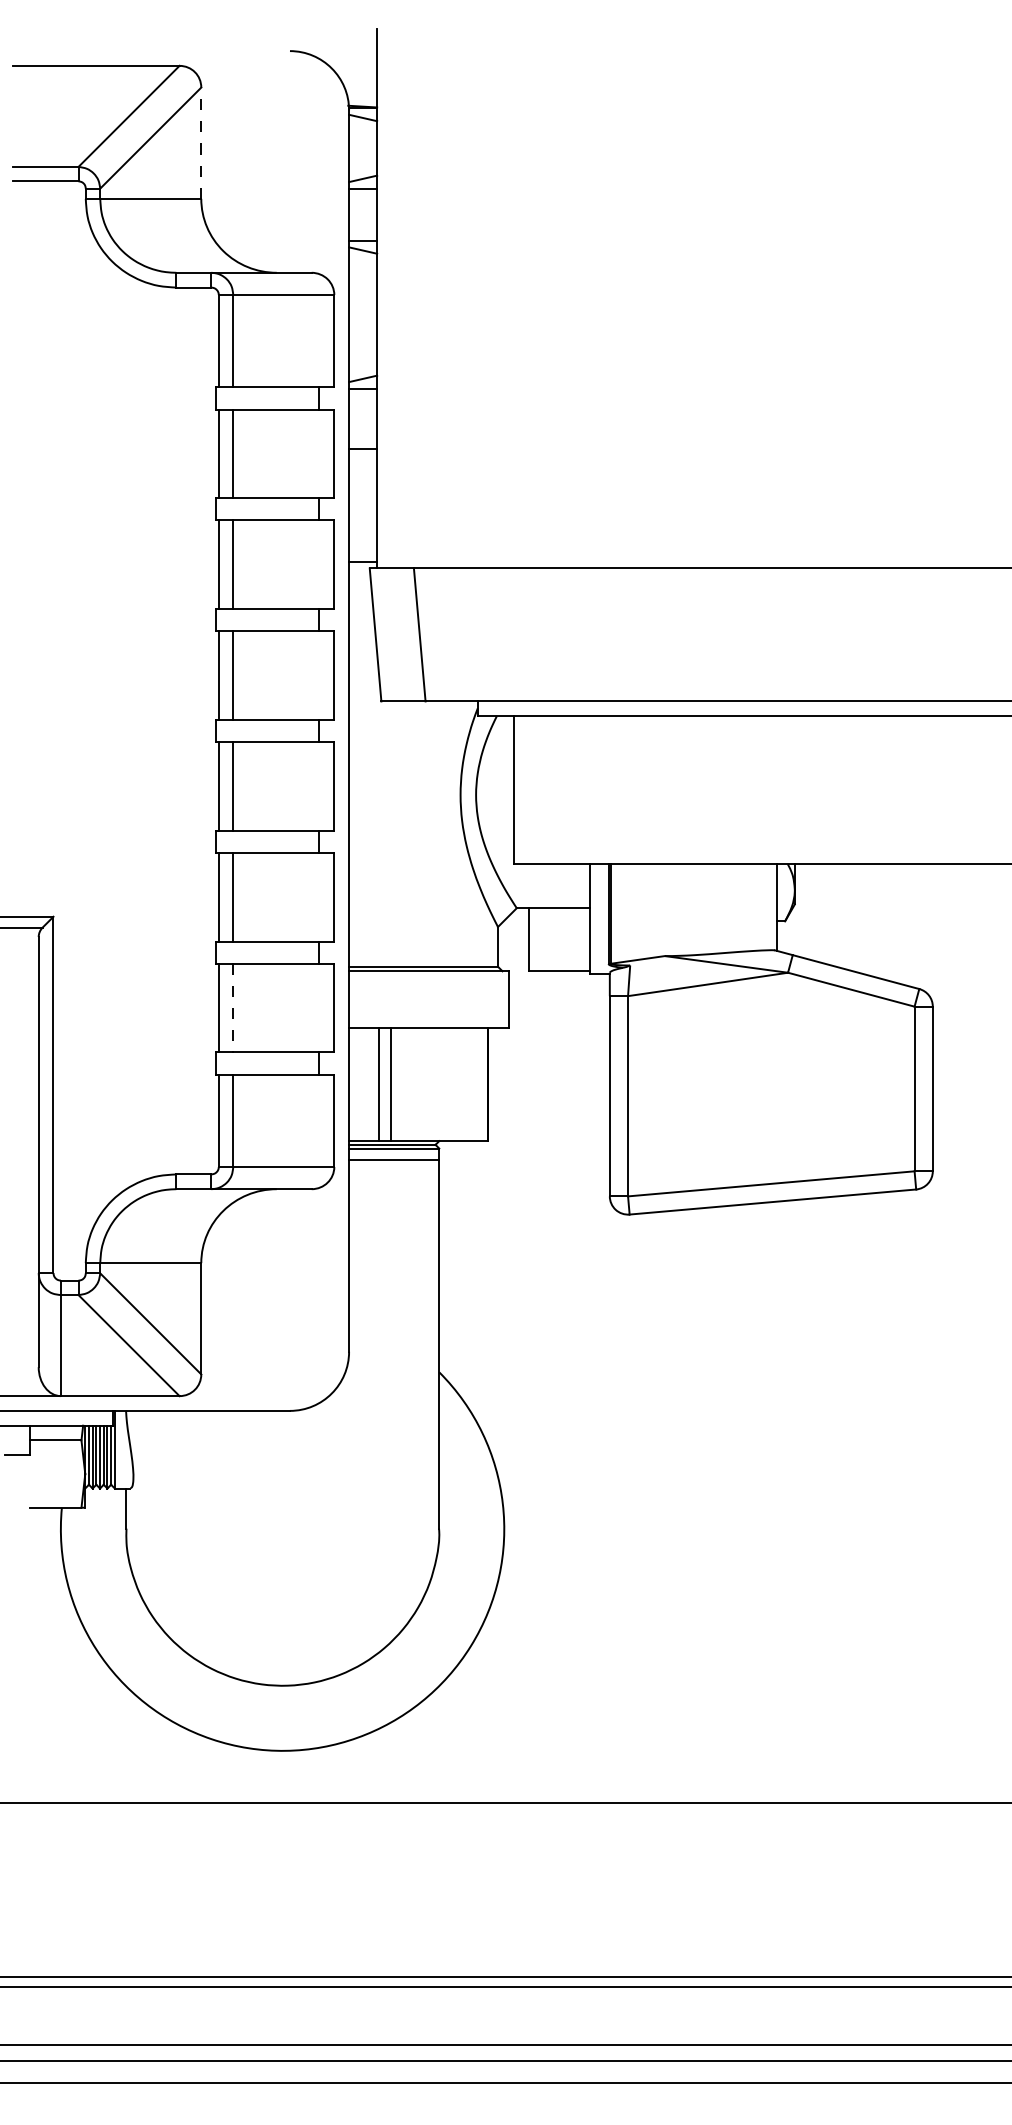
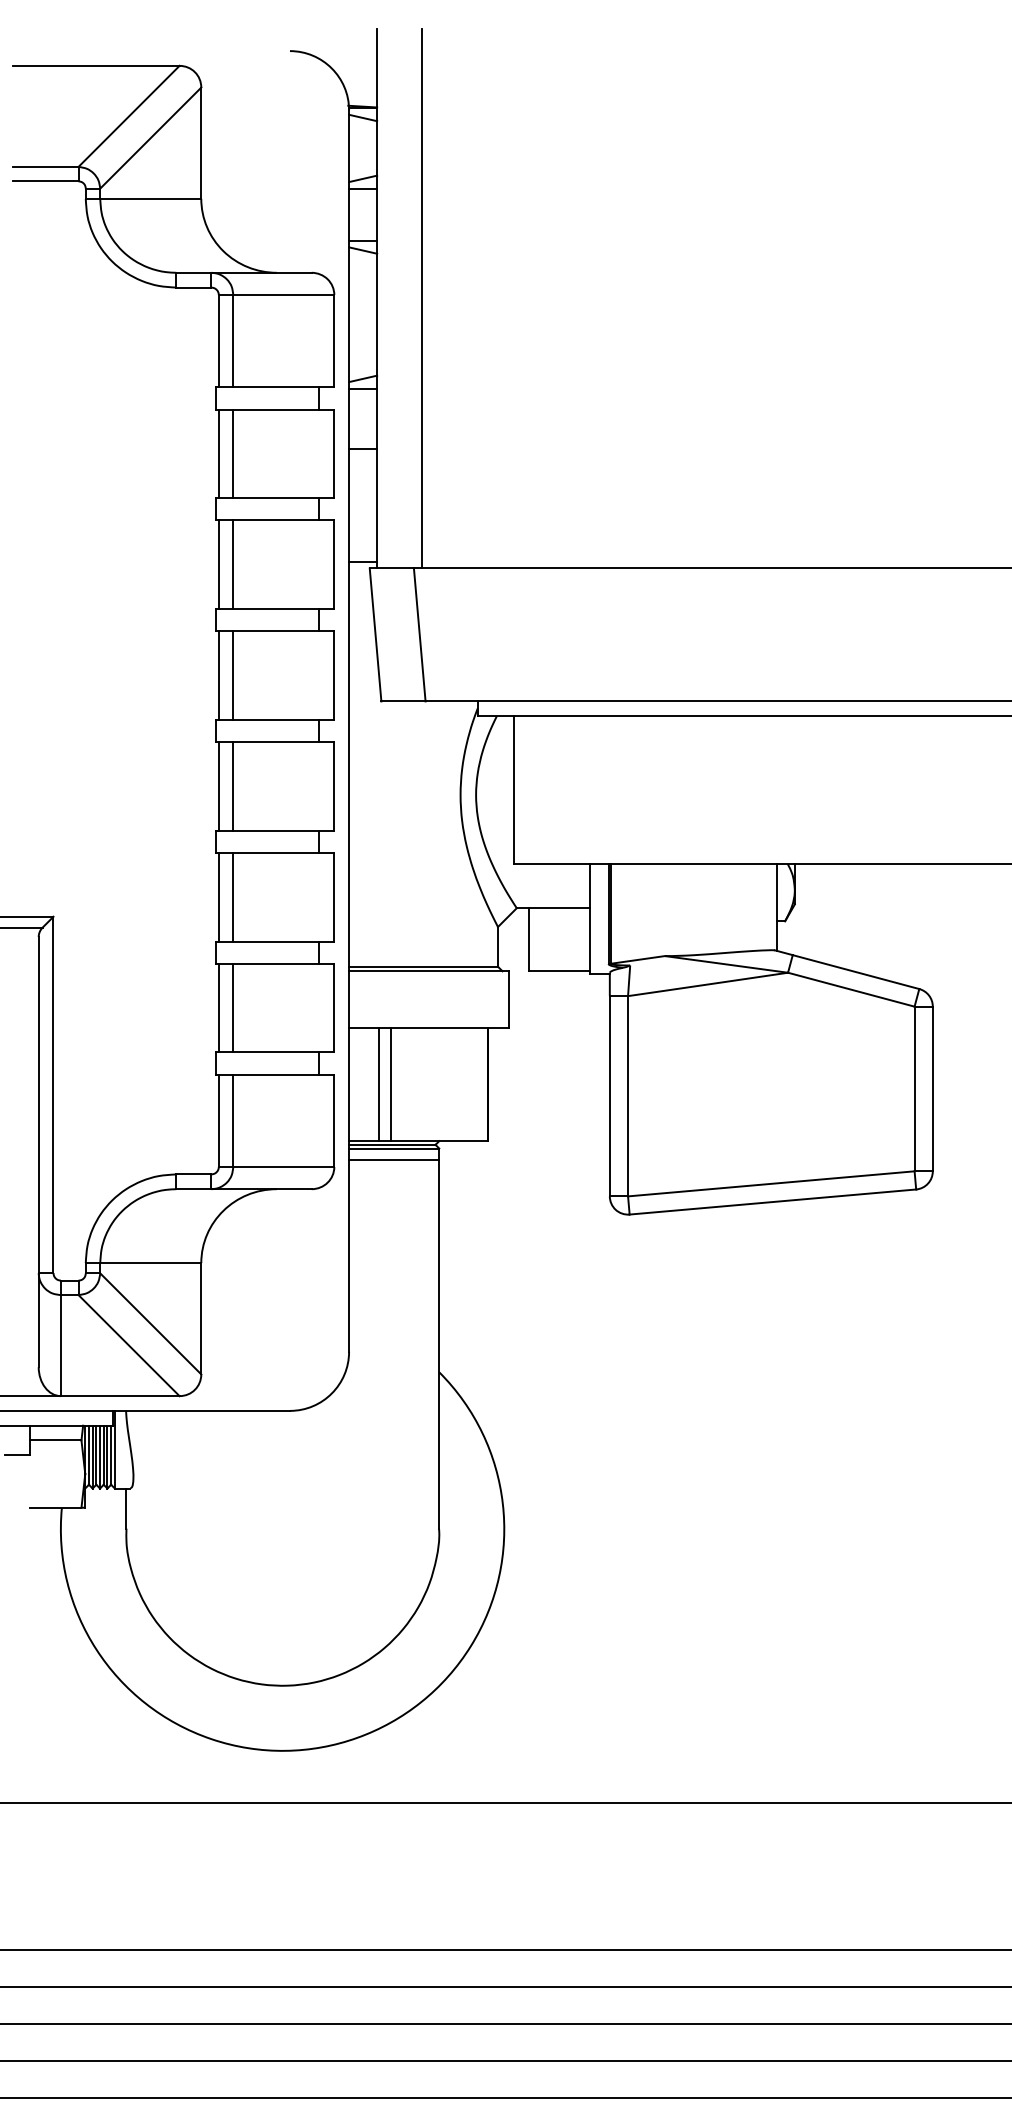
line at (201, 143): dashed -> solid
line at (421, 298): none -> present
line at (233, 1008): dashed -> solid
line at (505, 1977) position: (505, 1977) -> (505, 1950)
line at (505, 2045) position: (505, 2045) -> (505, 2024)
line at (505, 2083) position: (505, 2083) -> (505, 2098)
